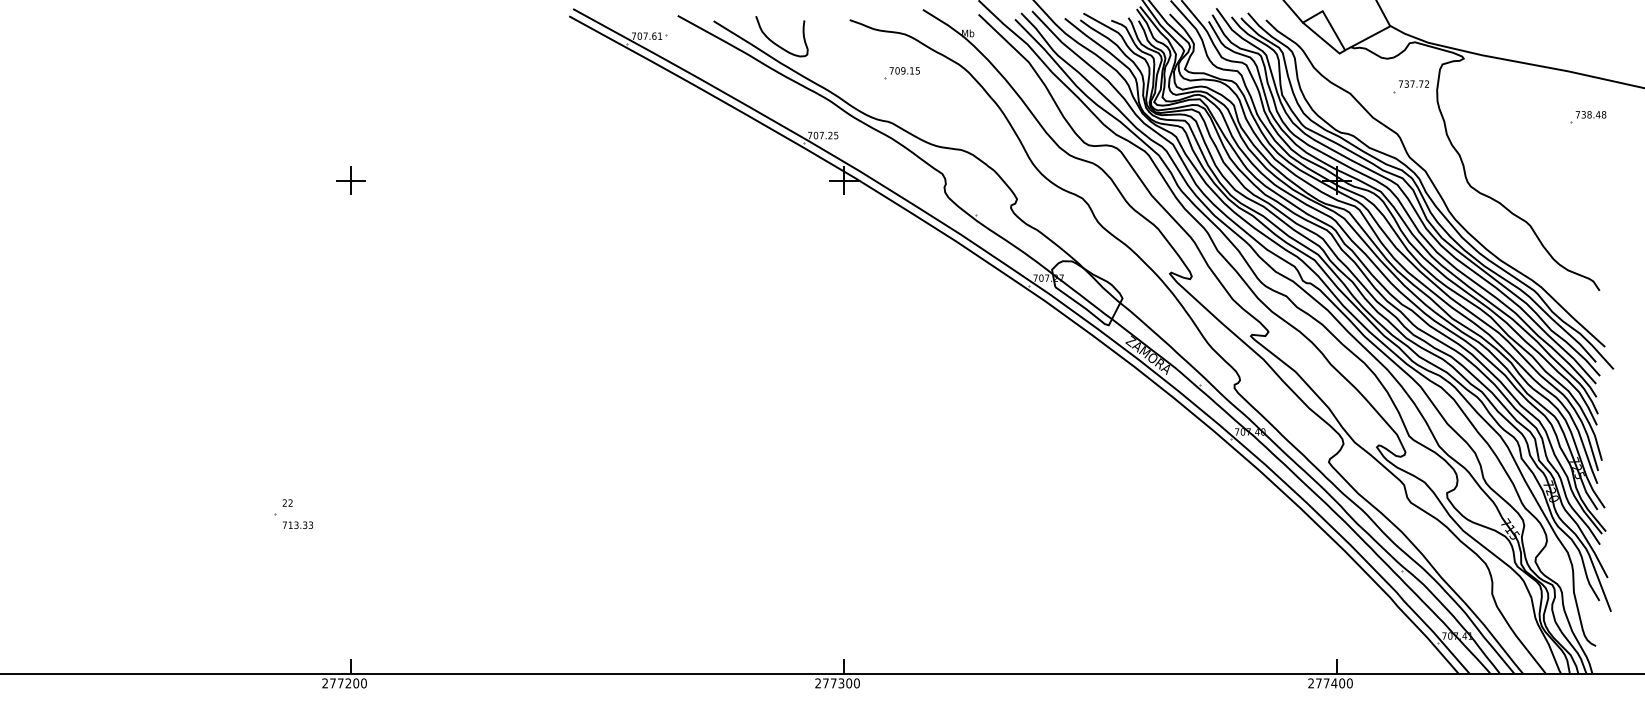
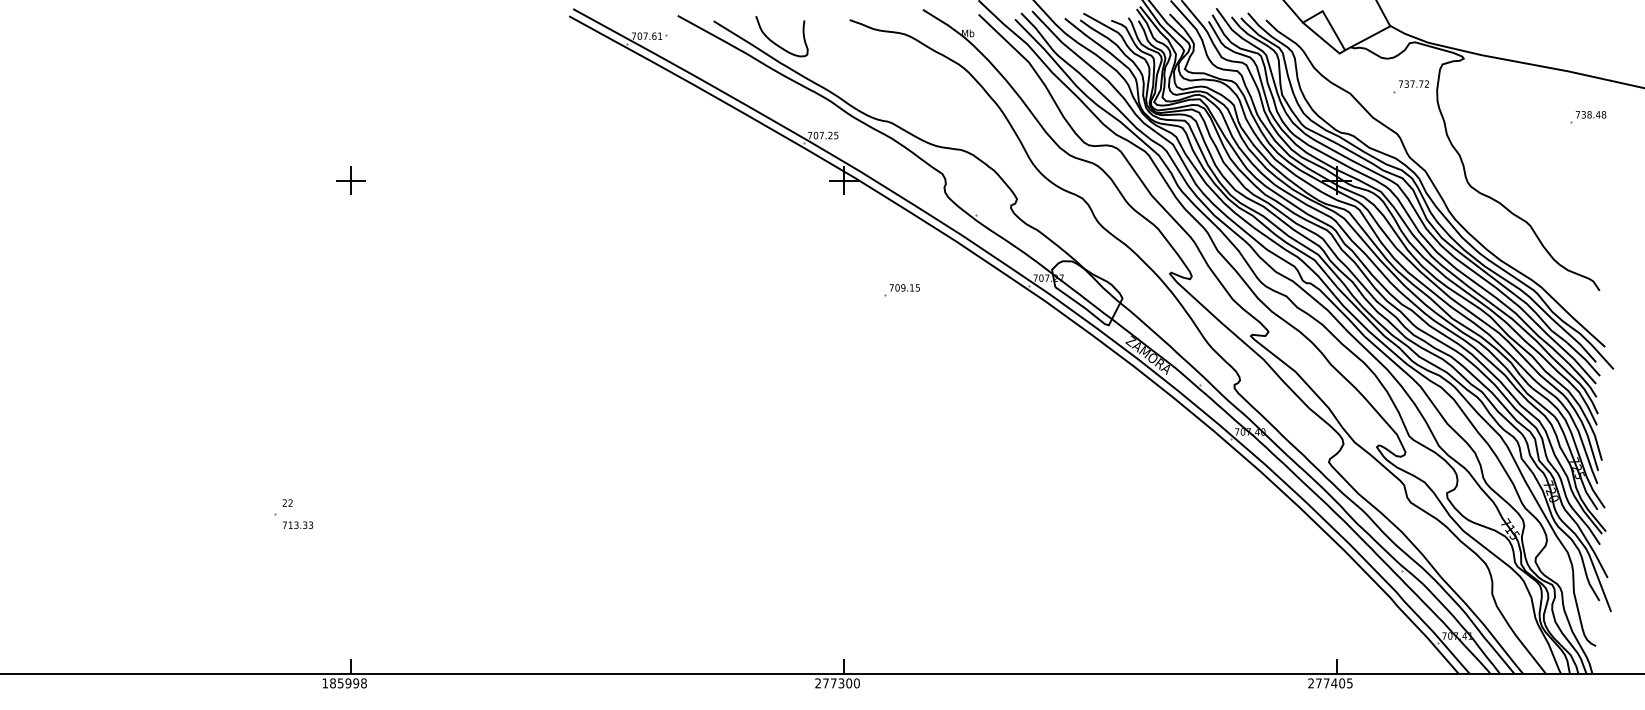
part at (901, 73) position: (901, 73) -> (901, 290)
text at (344, 683): 277200 -> 185998
text at (1349, 683): 277400 -> 277405
